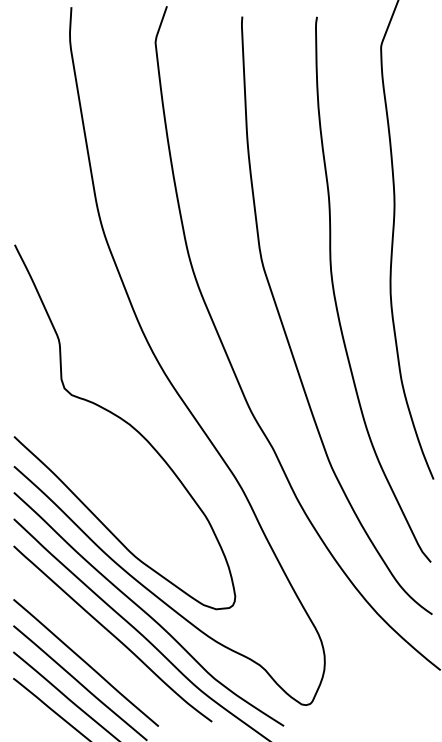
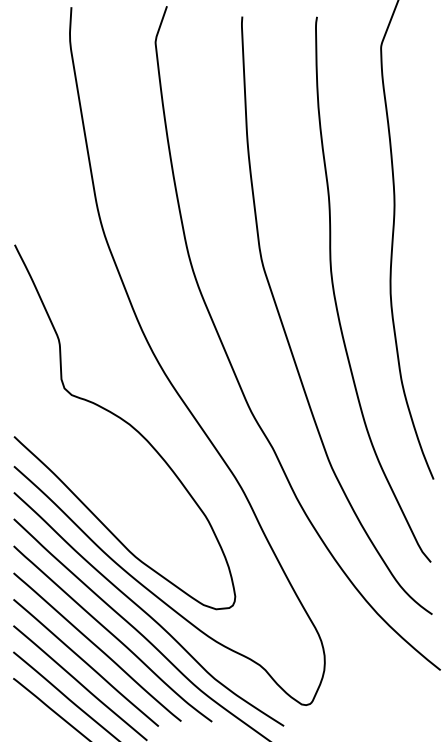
line at (97, 646): none -> present
